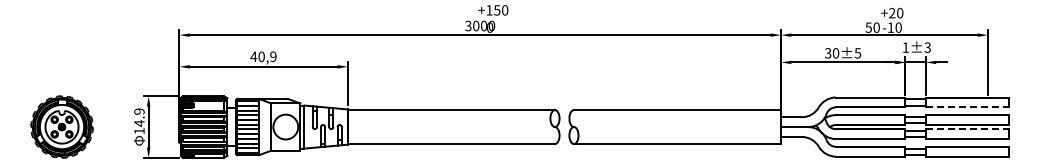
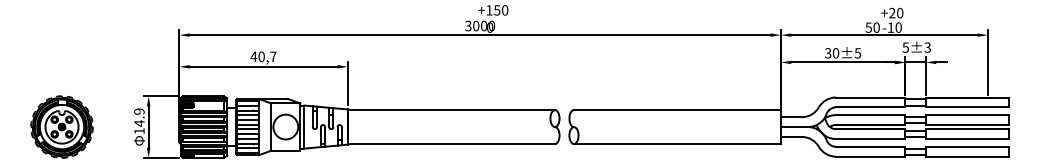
text at (905, 47): 1±3 -> 5±3
text at (273, 56): 40,9 -> 40,7
line at (967, 107): dashed -> solid
line at (967, 129): dashed -> solid
